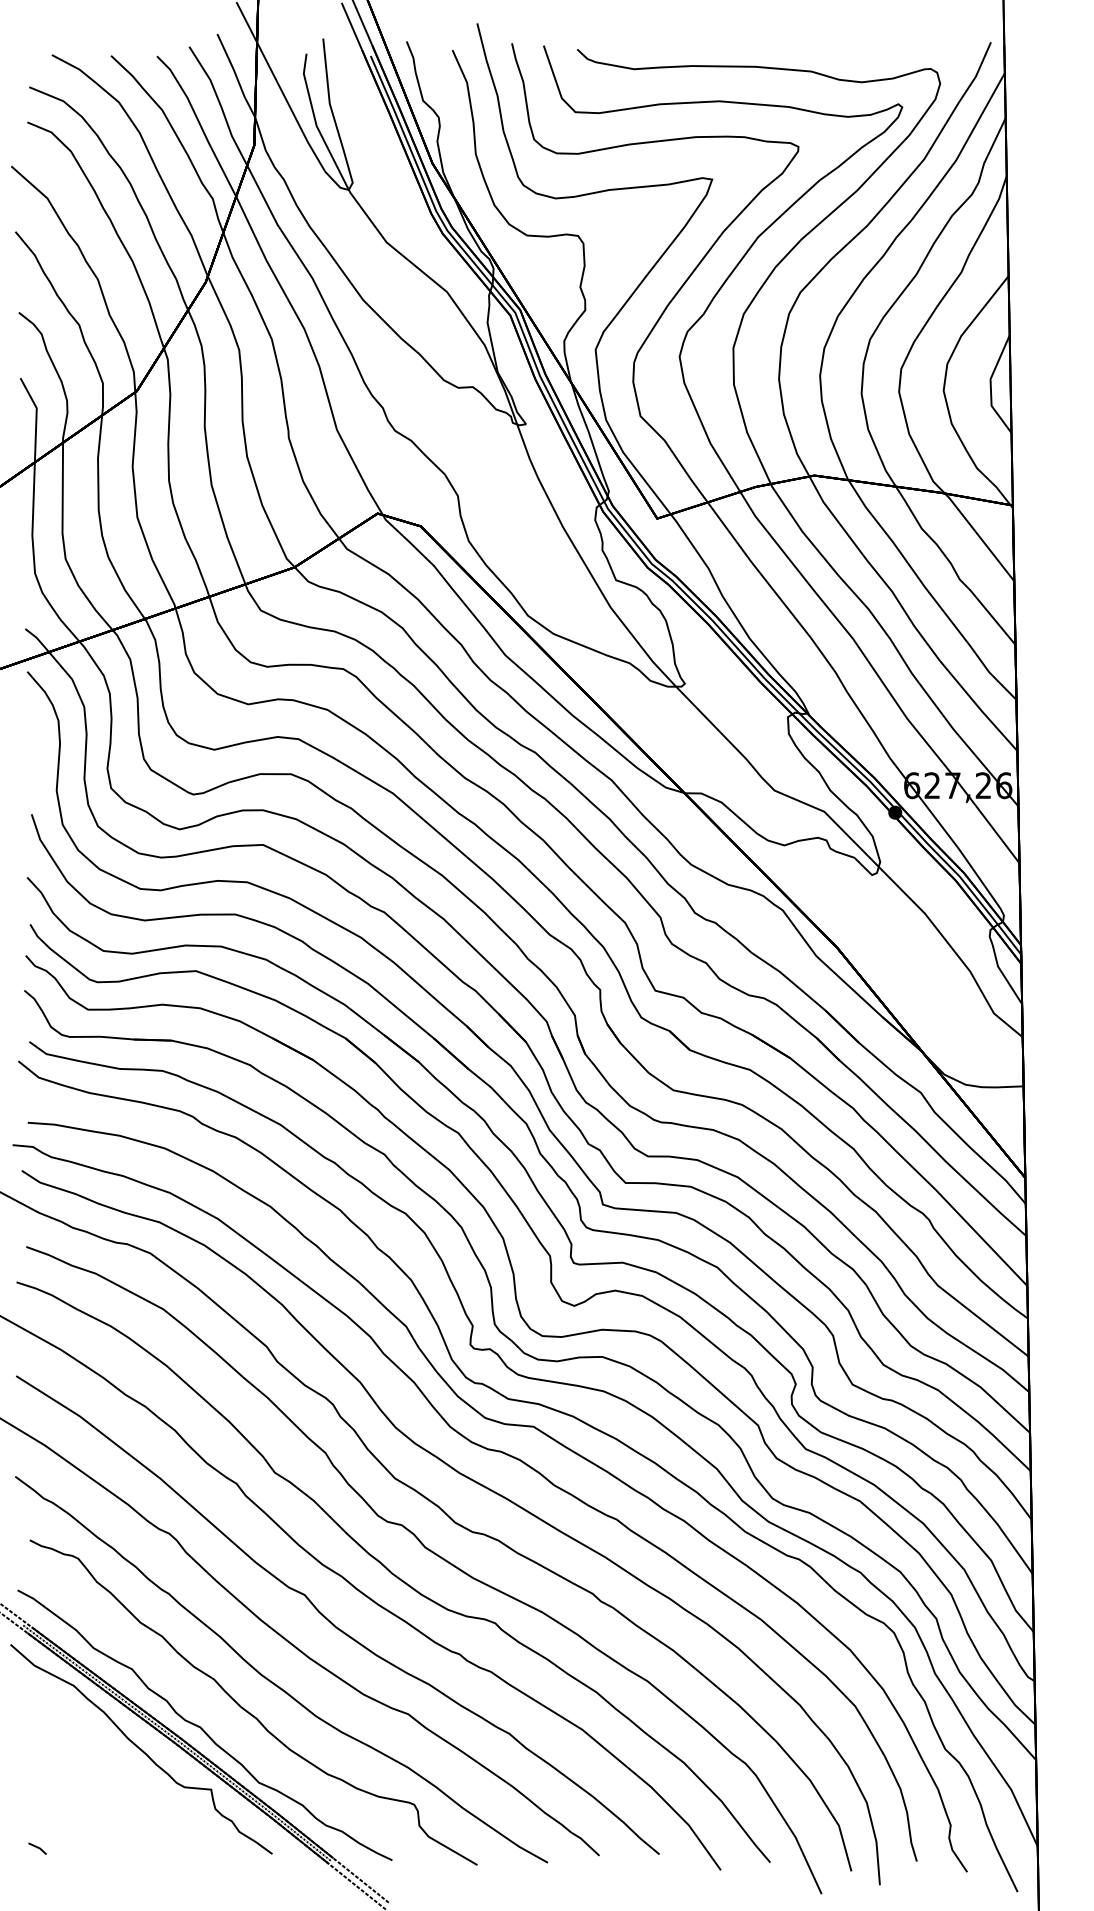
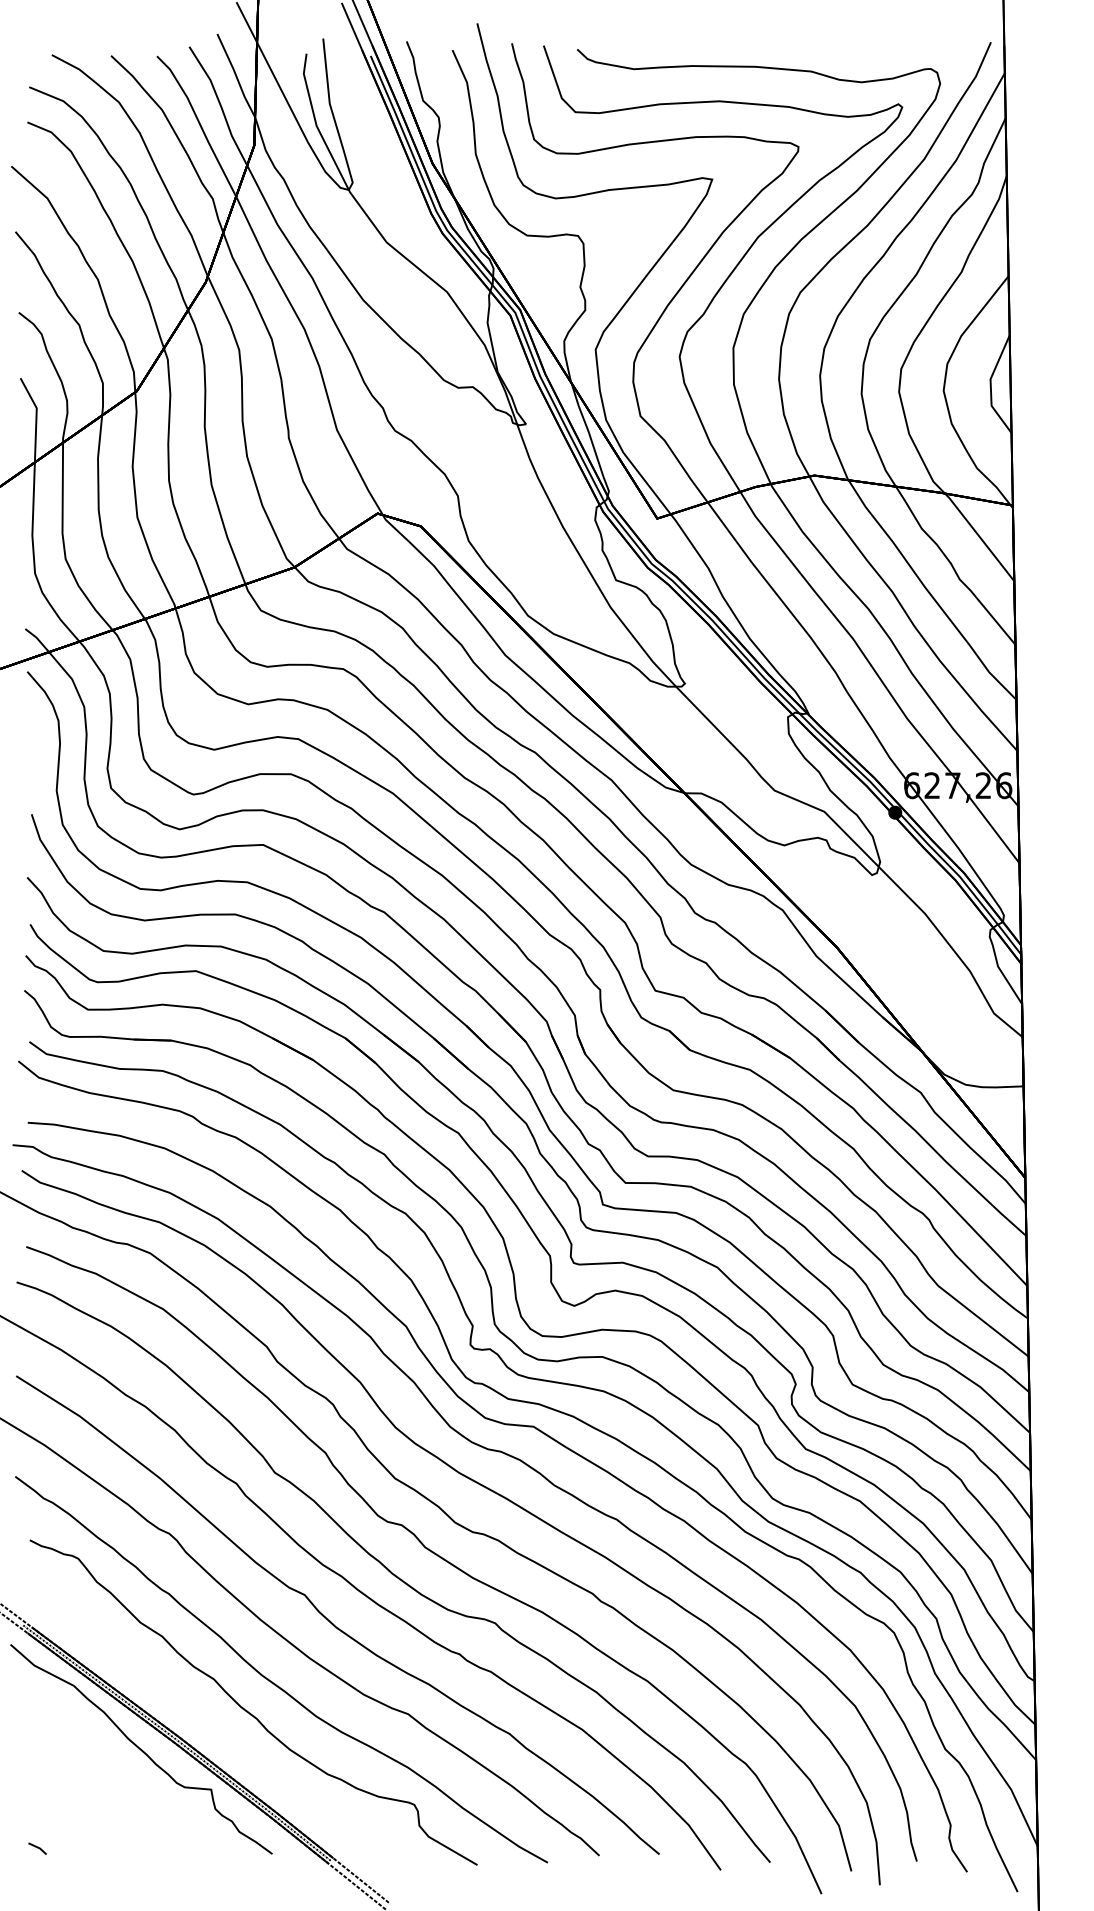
curve at (201, 1727): present -> none
